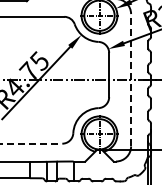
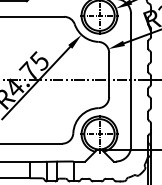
line at (131, 79): dashed -> solid
line at (31, 143): dashed -> solid
